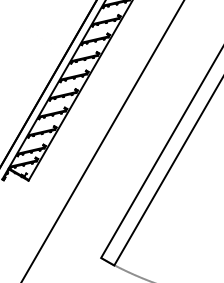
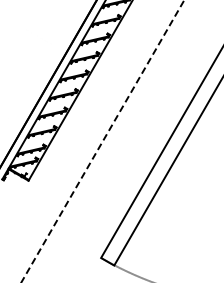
line at (102, 141): solid -> dashed
